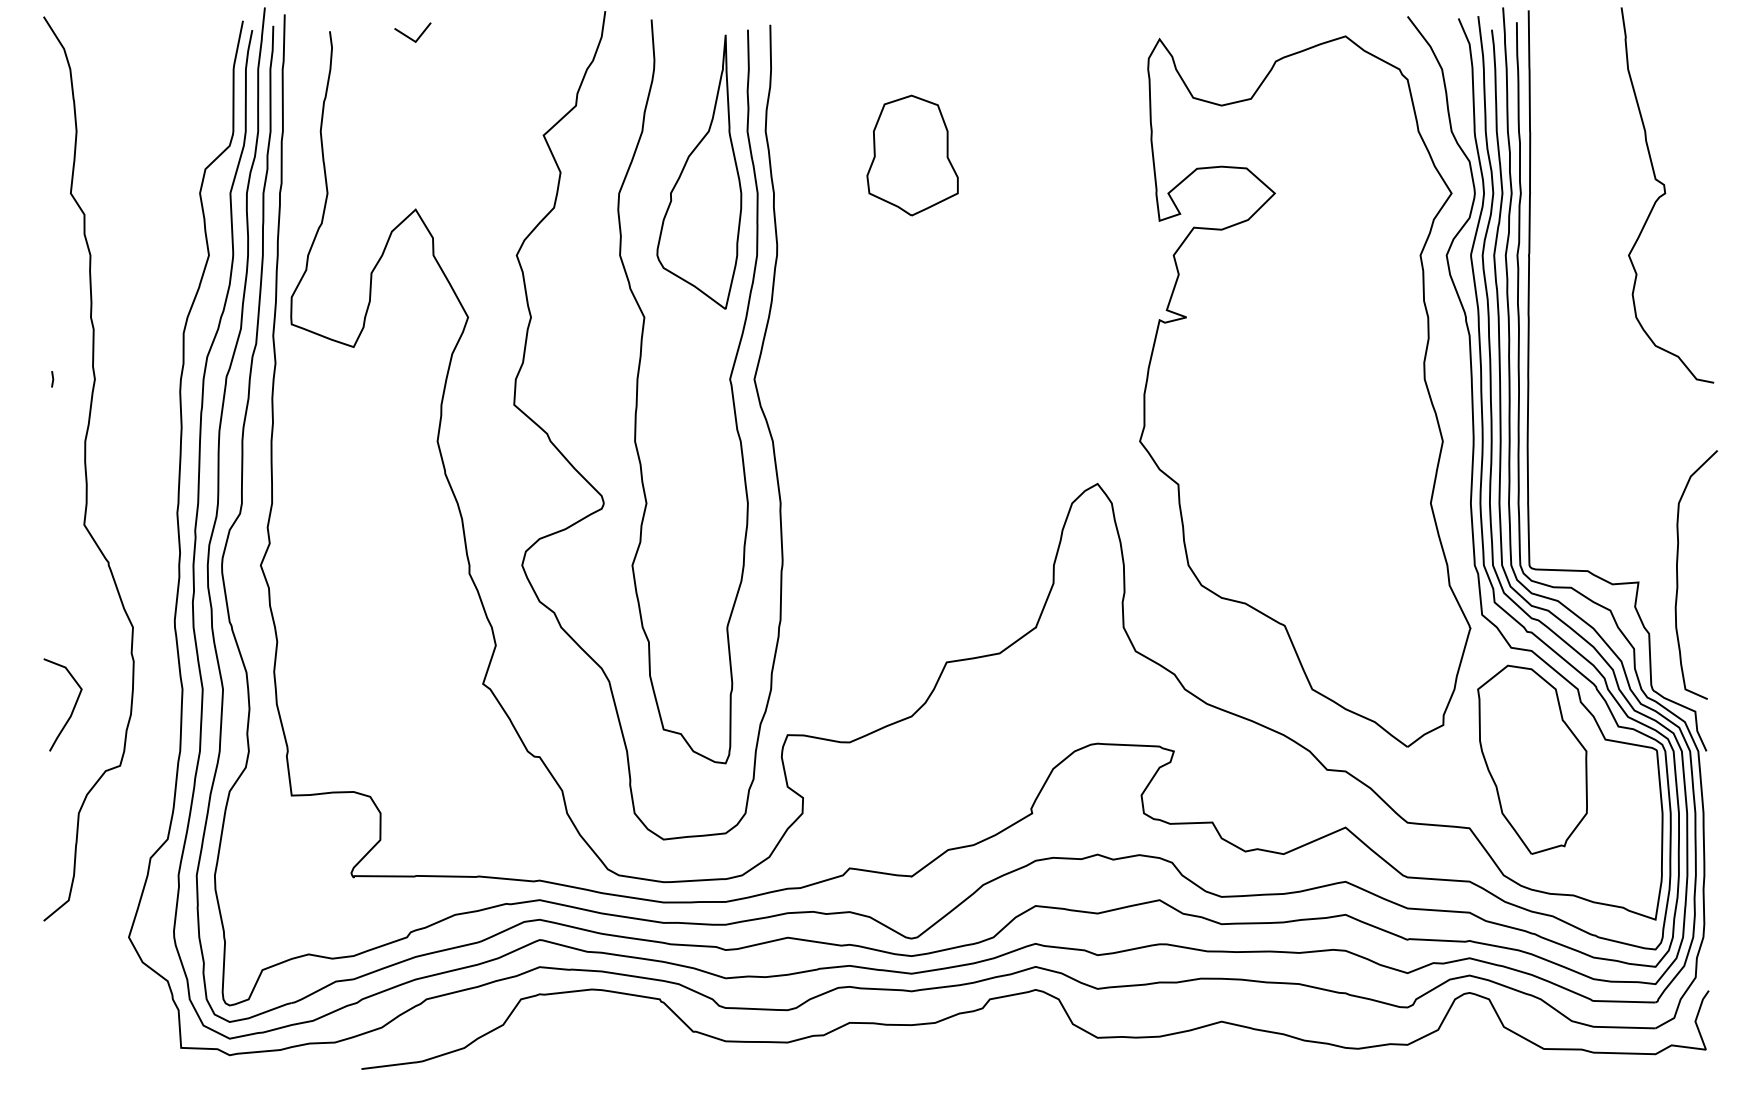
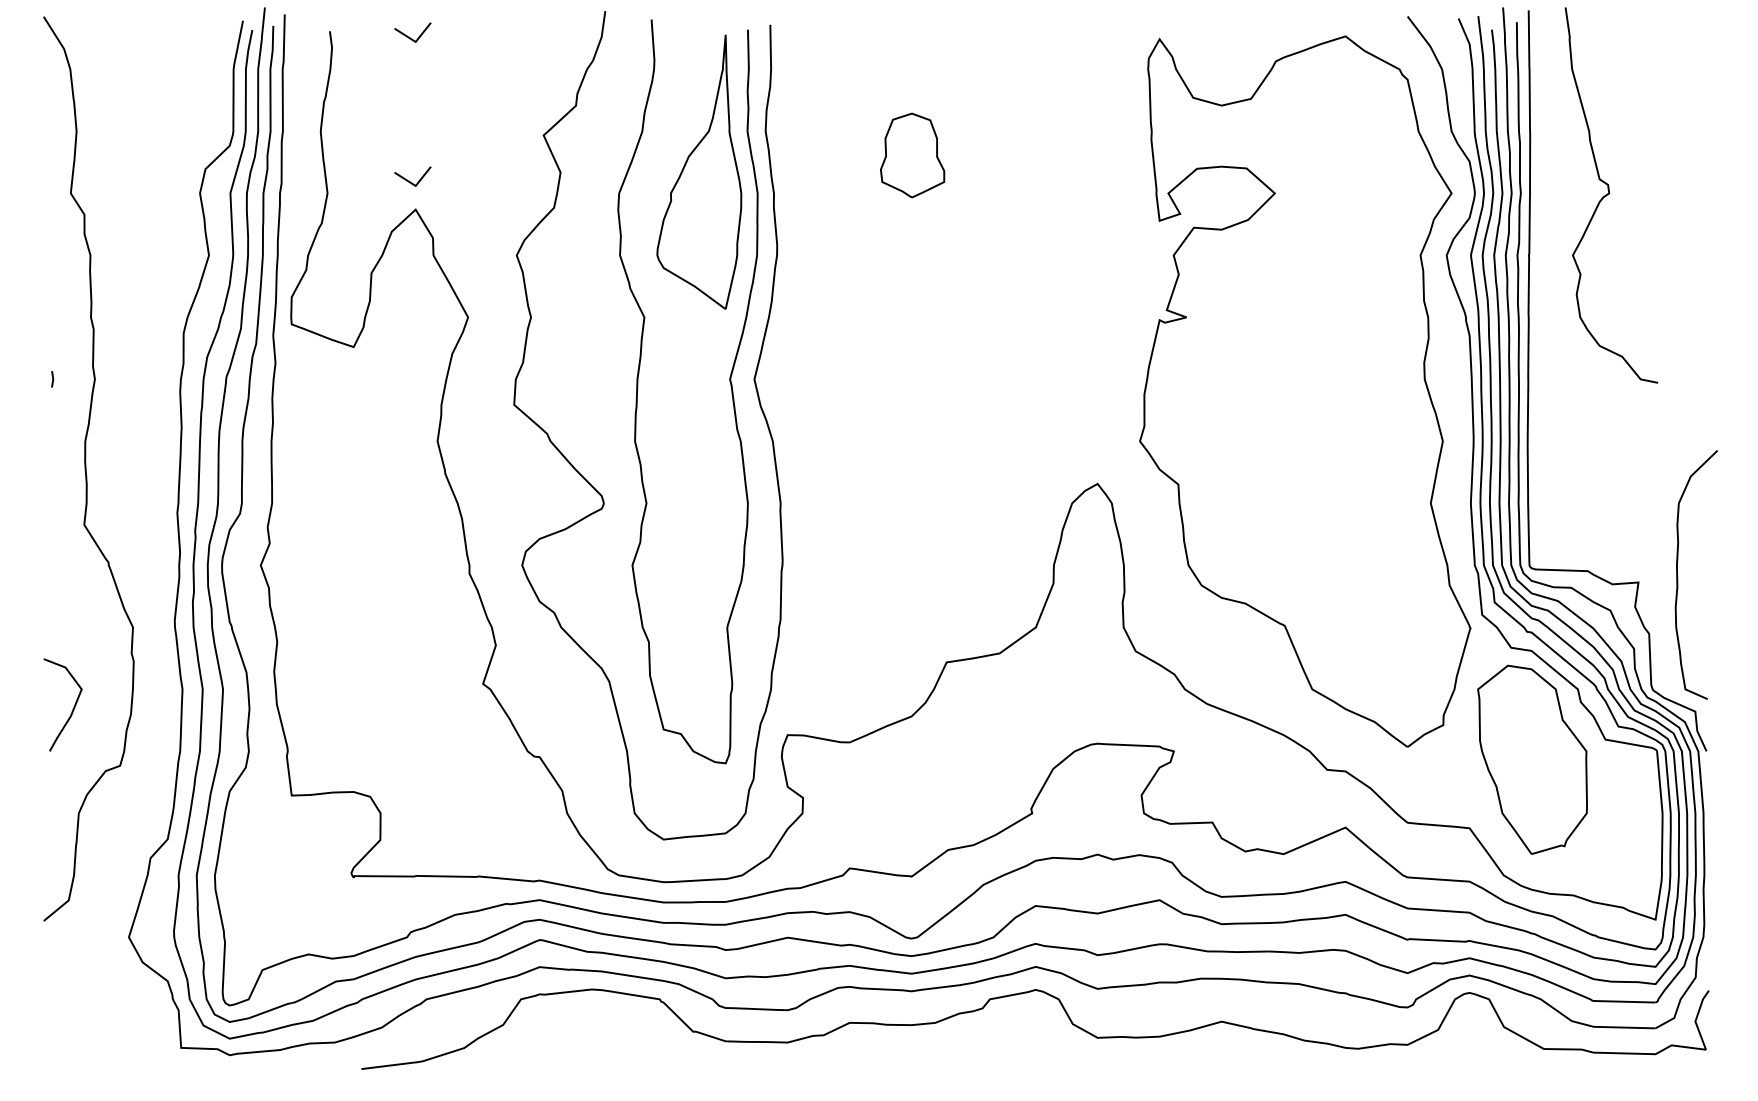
part at (912, 155) size: 93x123 px -> 66x87 px
line at (409, 180): none -> present
curve at (1666, 193) position: (1666, 193) -> (1610, 193)
